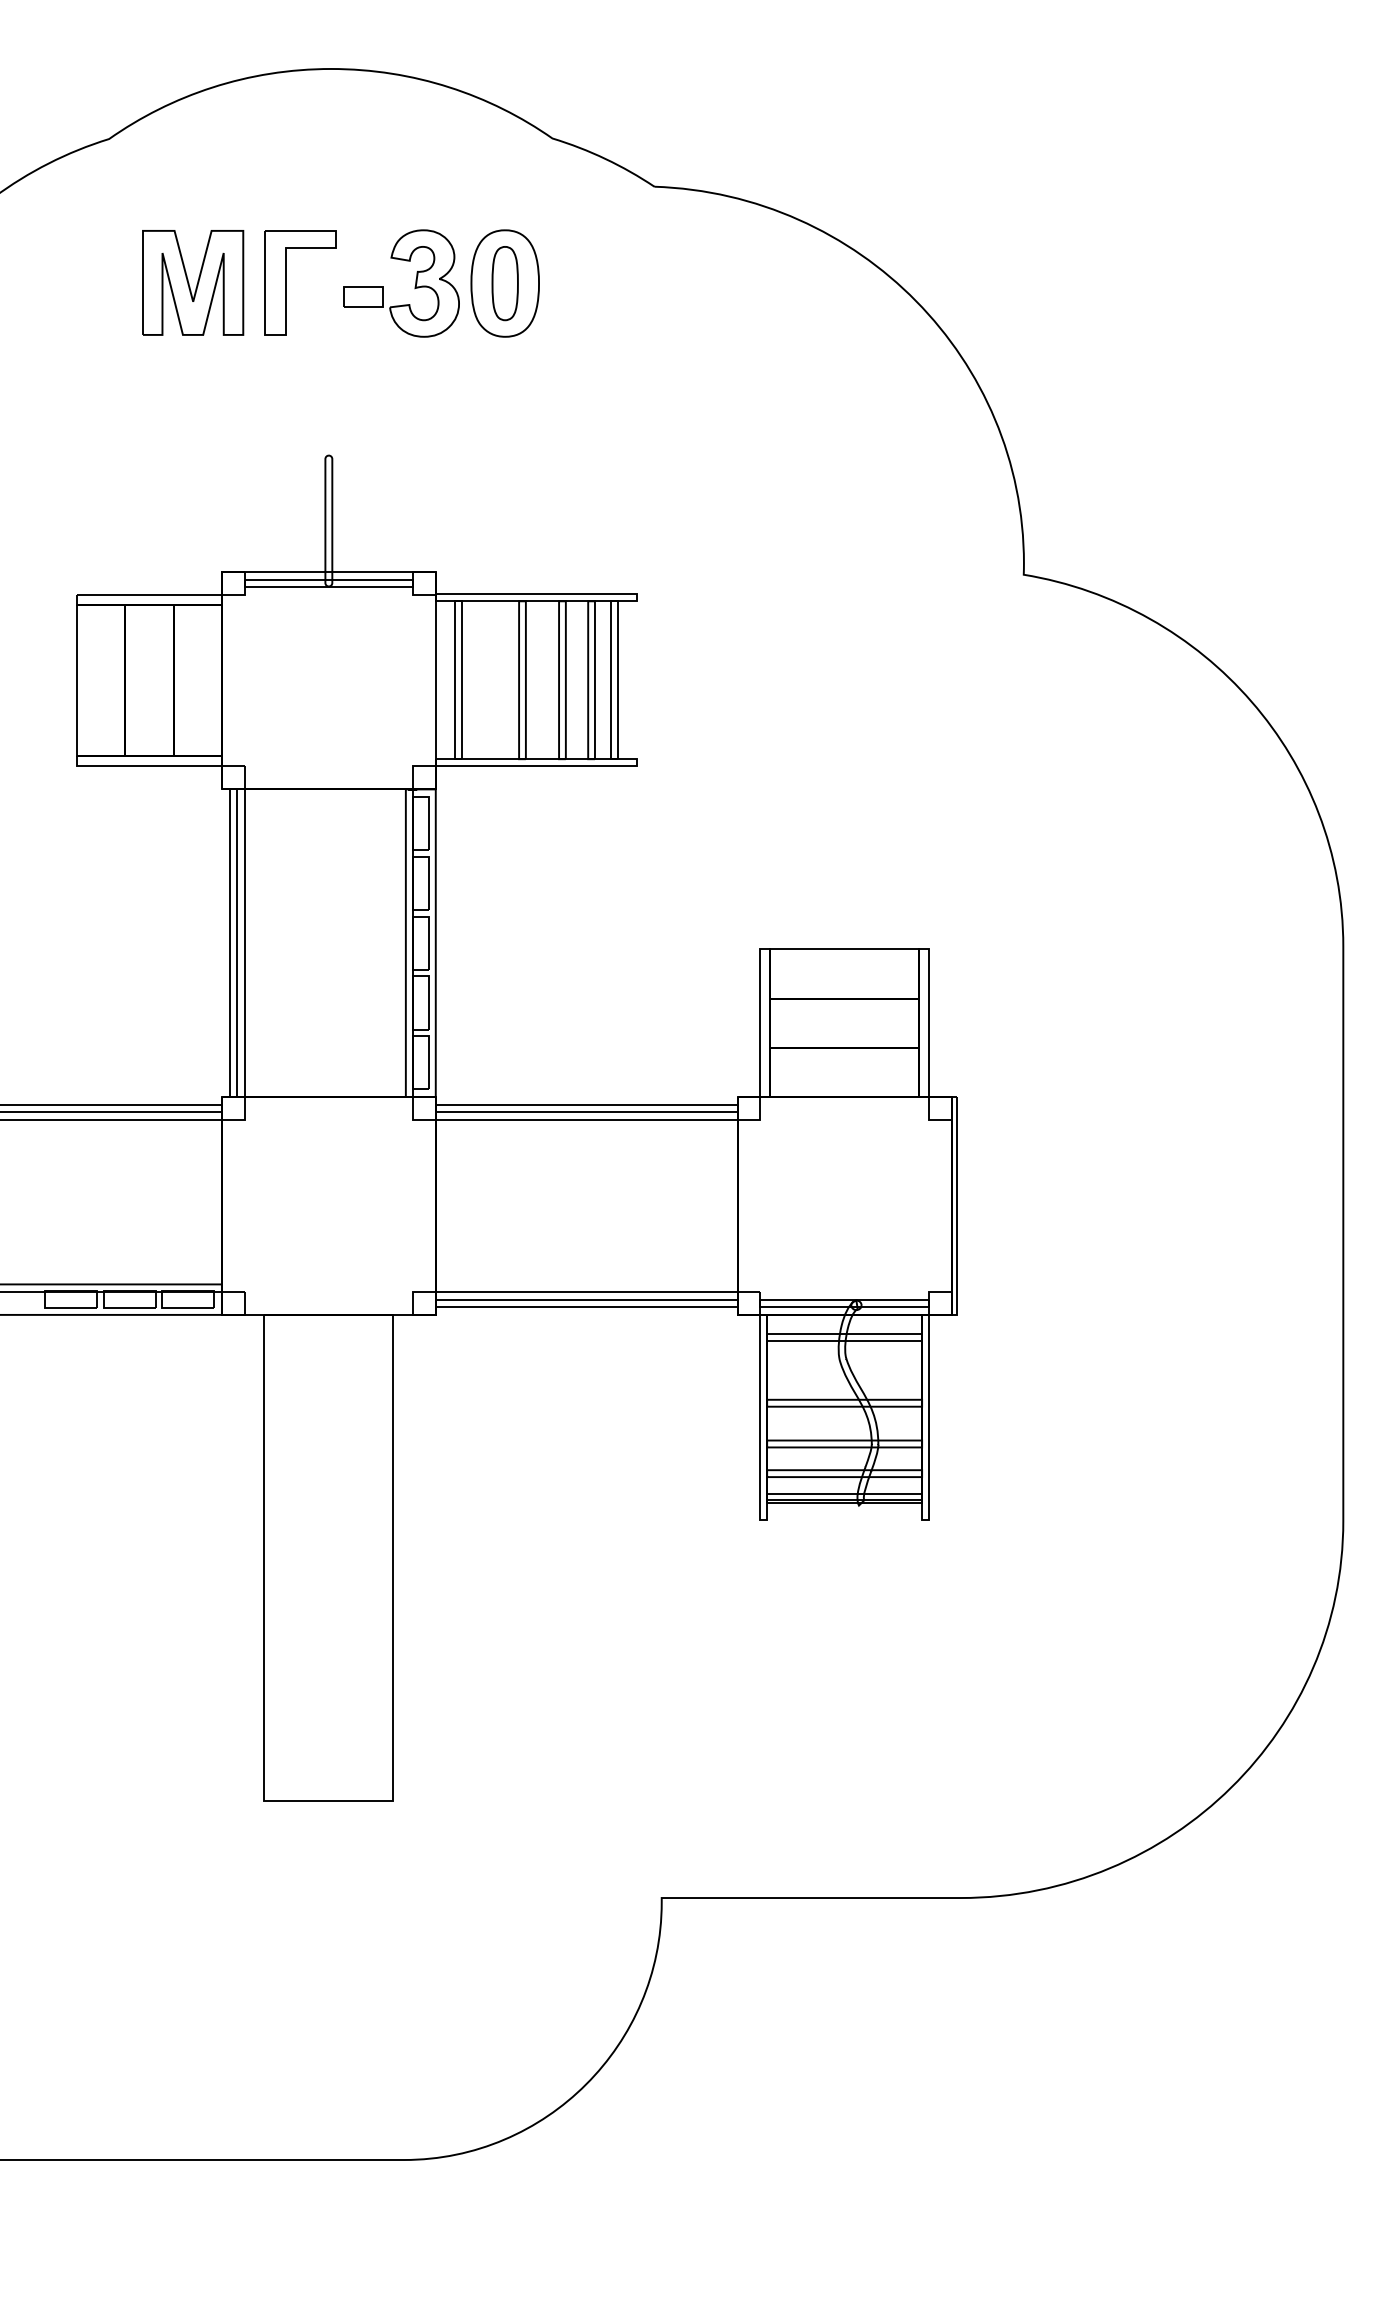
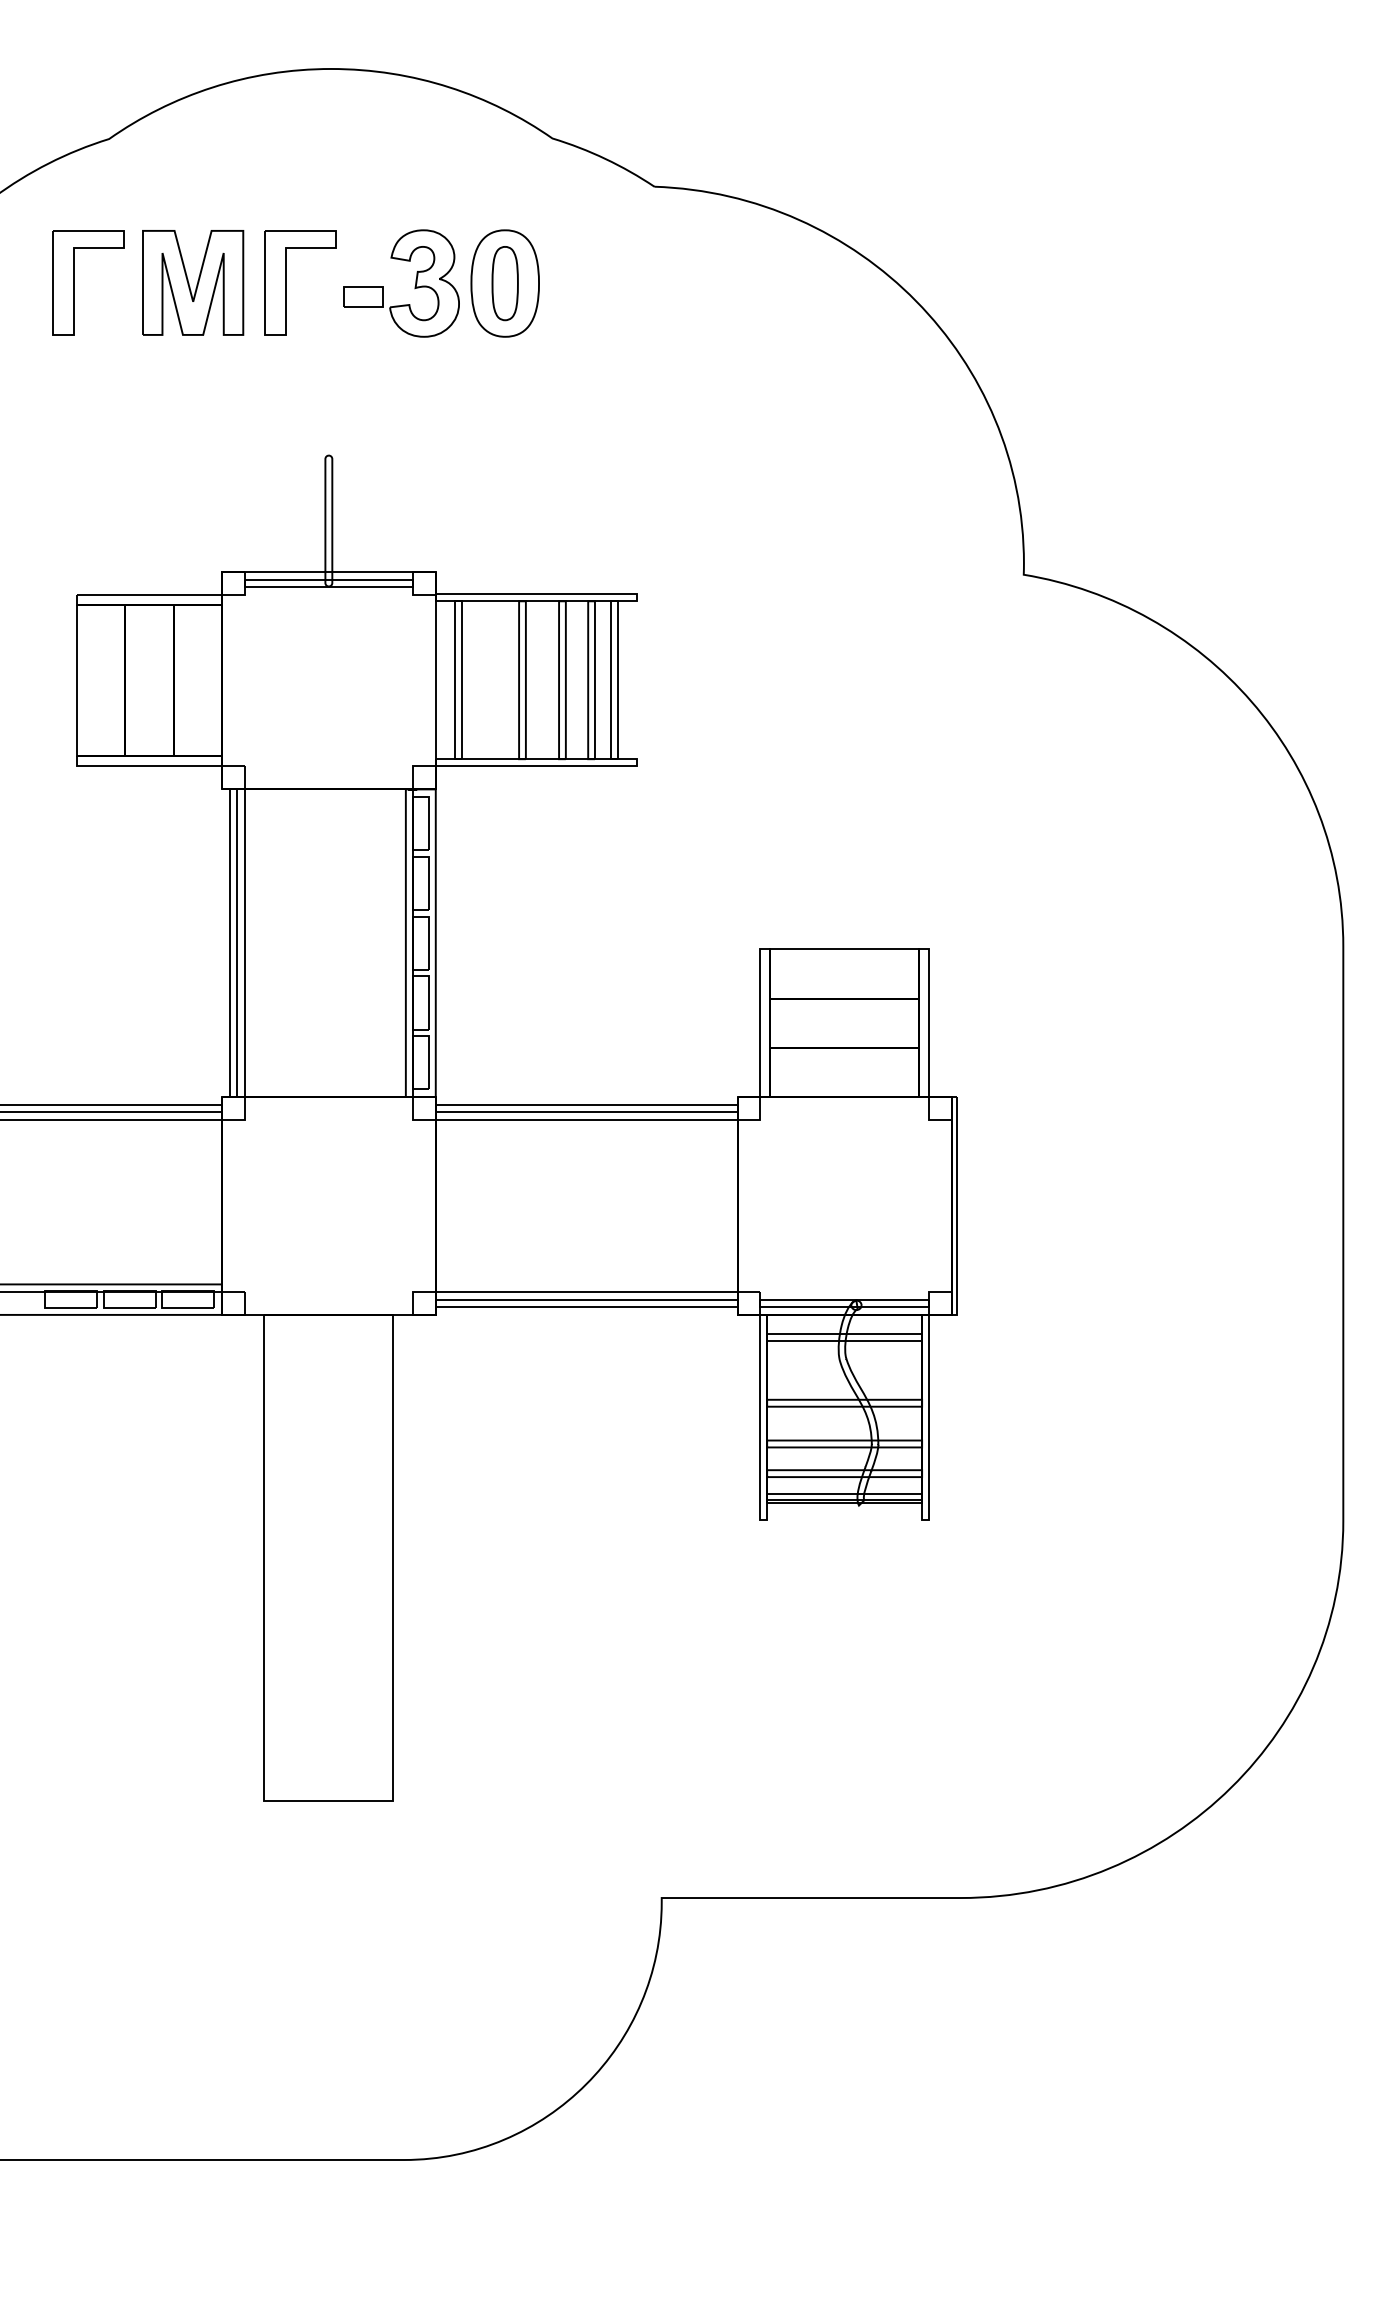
part at (74, 282): none -> present
